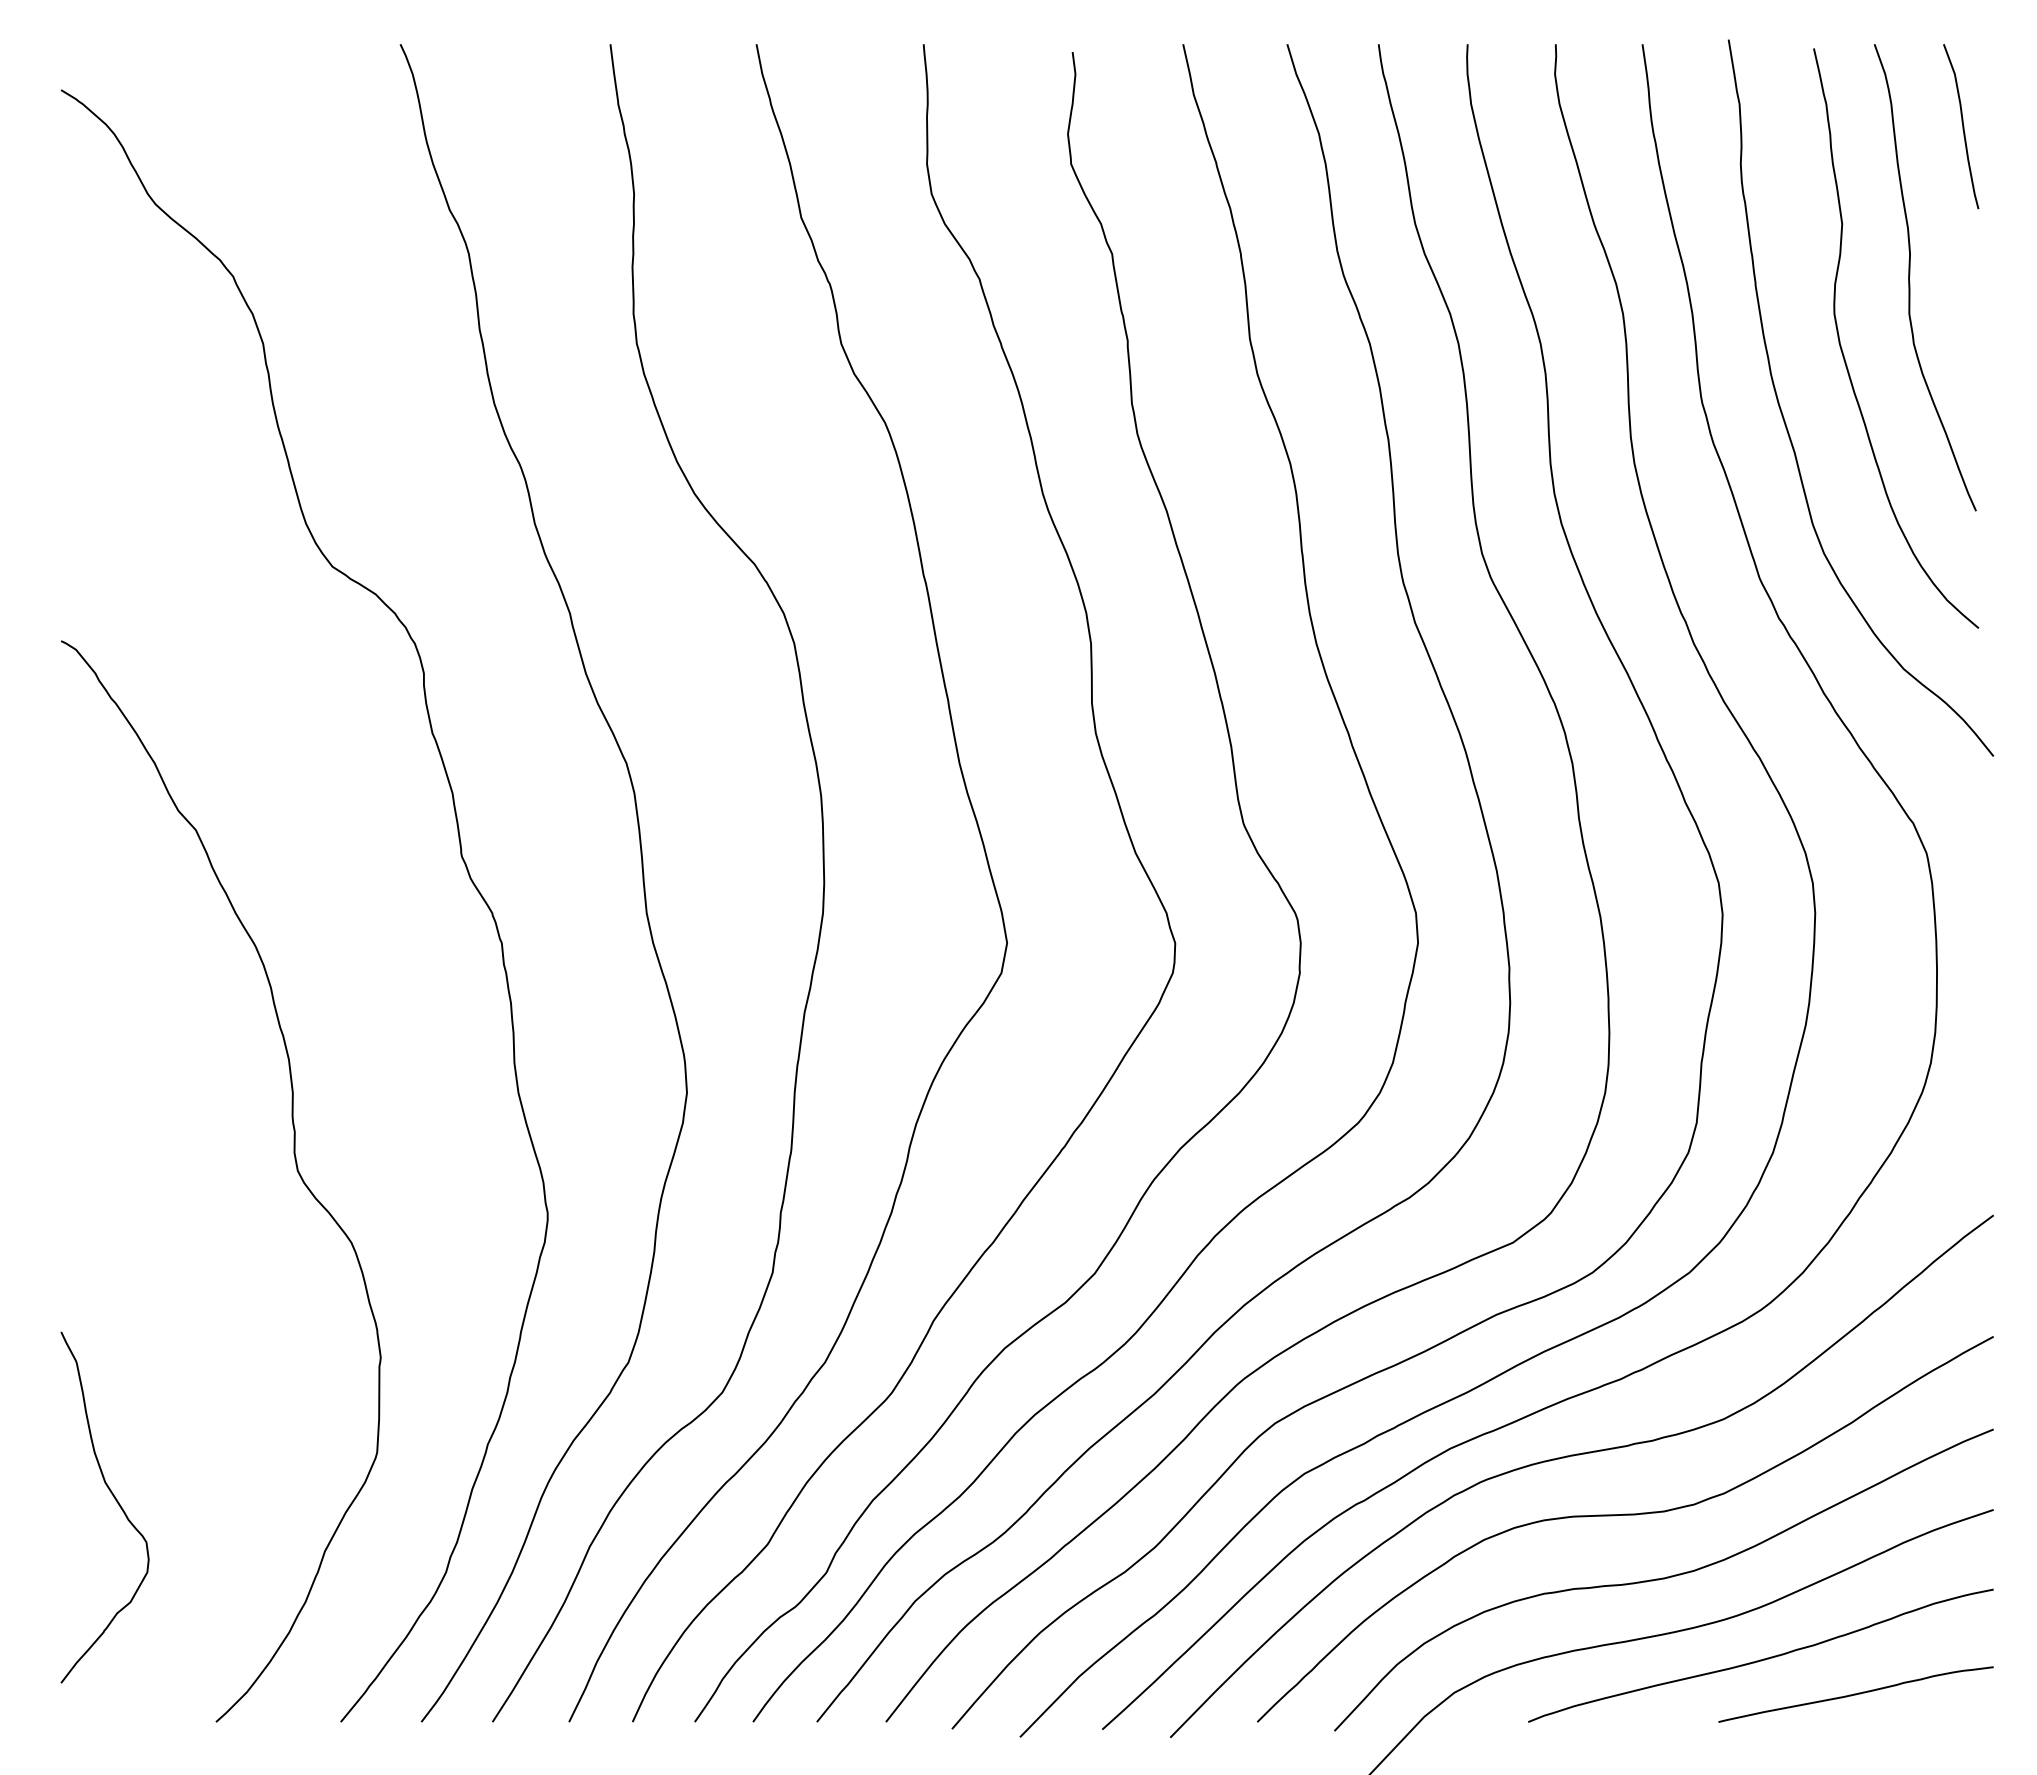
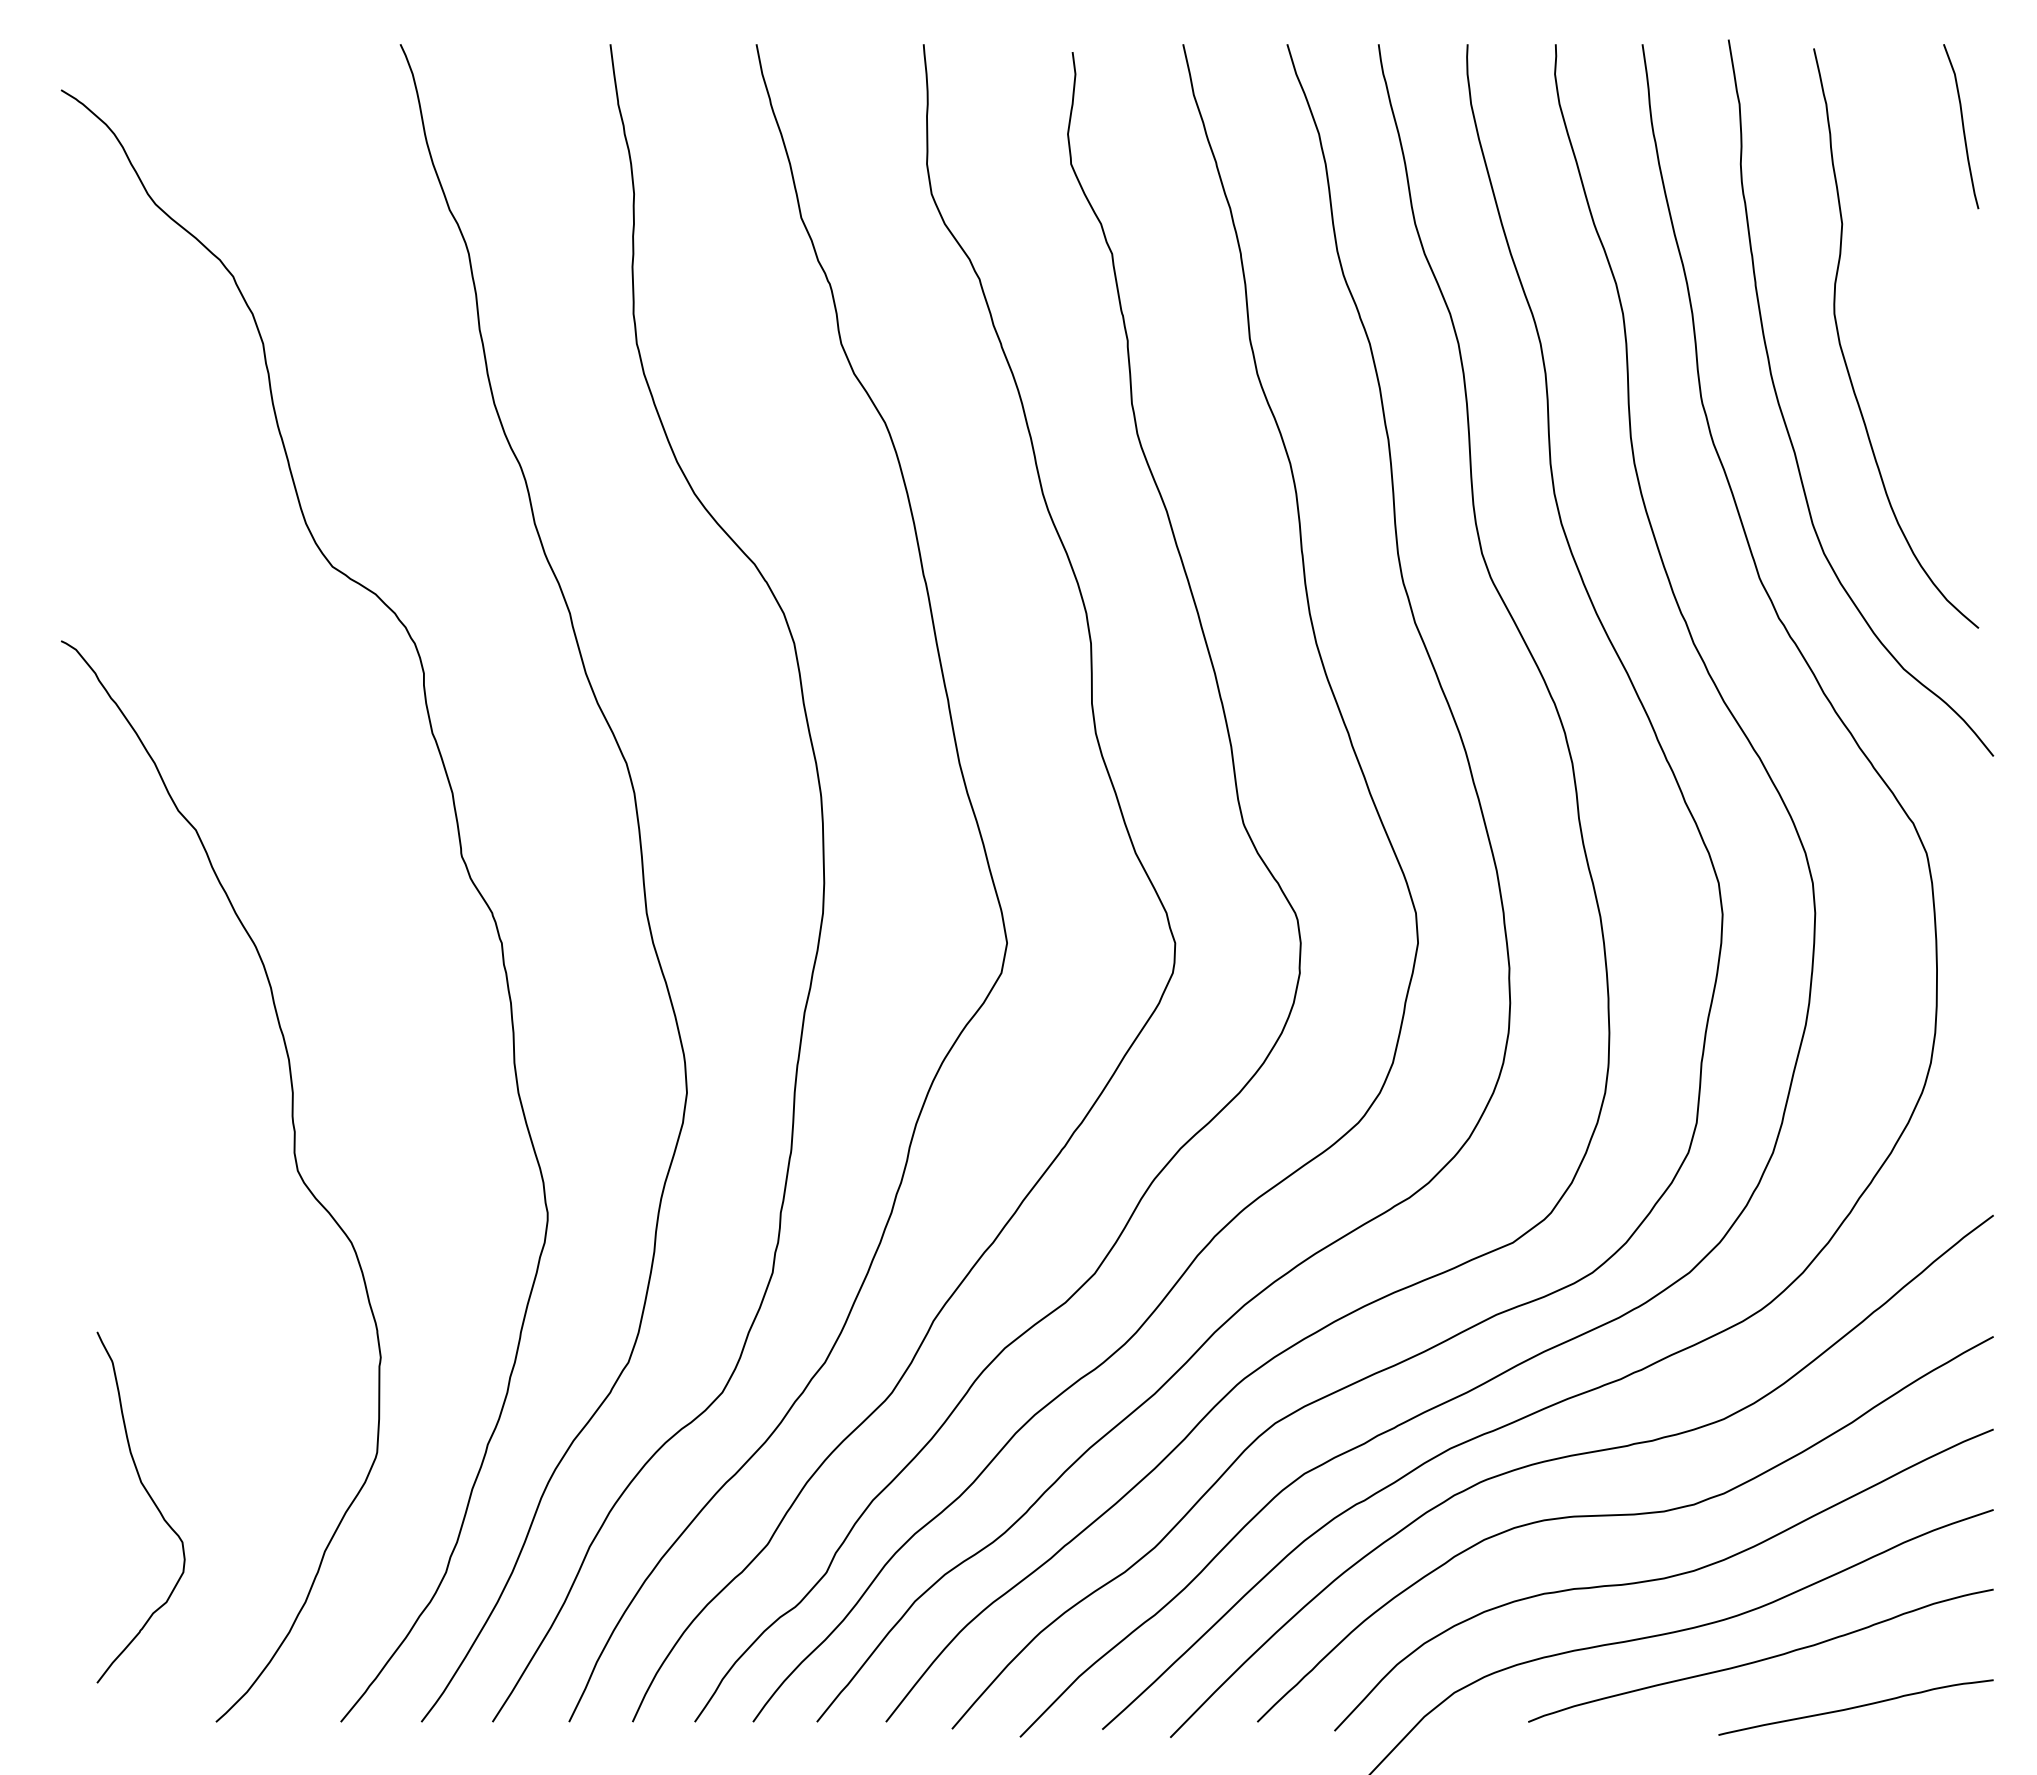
curve at (1910, 275): present -> none
curve at (116, 1502) position: (116, 1502) -> (152, 1502)
curve at (1855, 1694) position: (1855, 1694) -> (1855, 1707)
